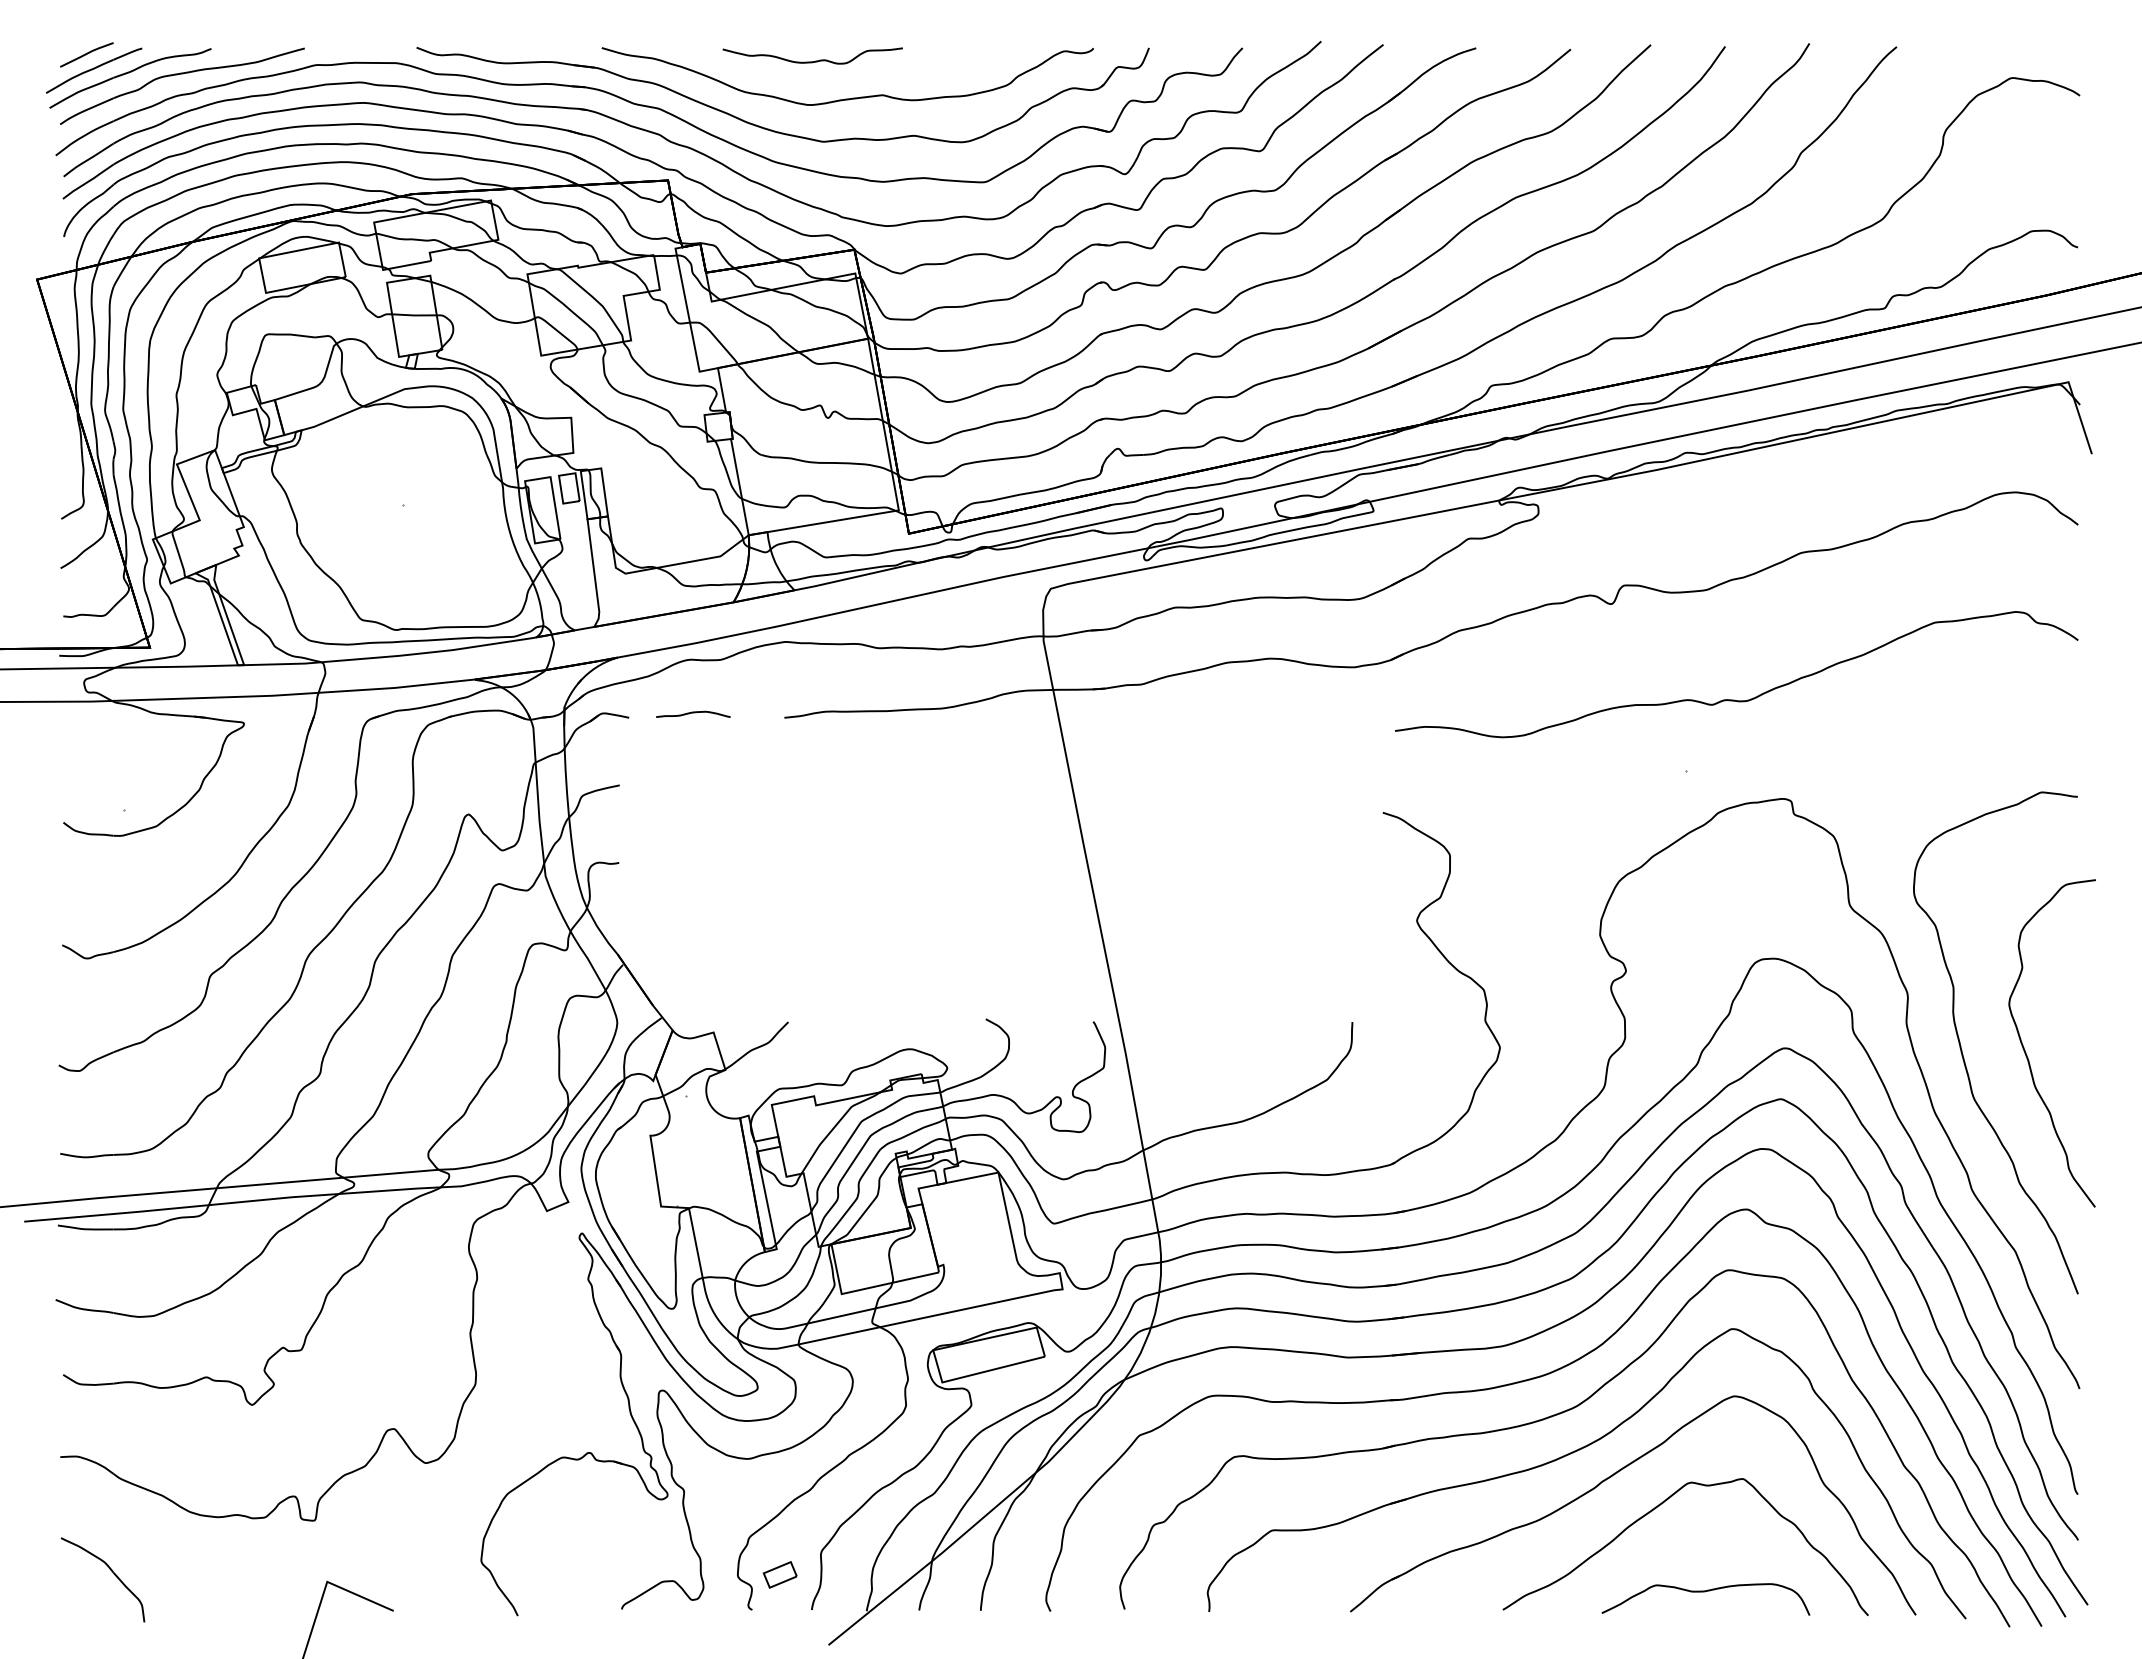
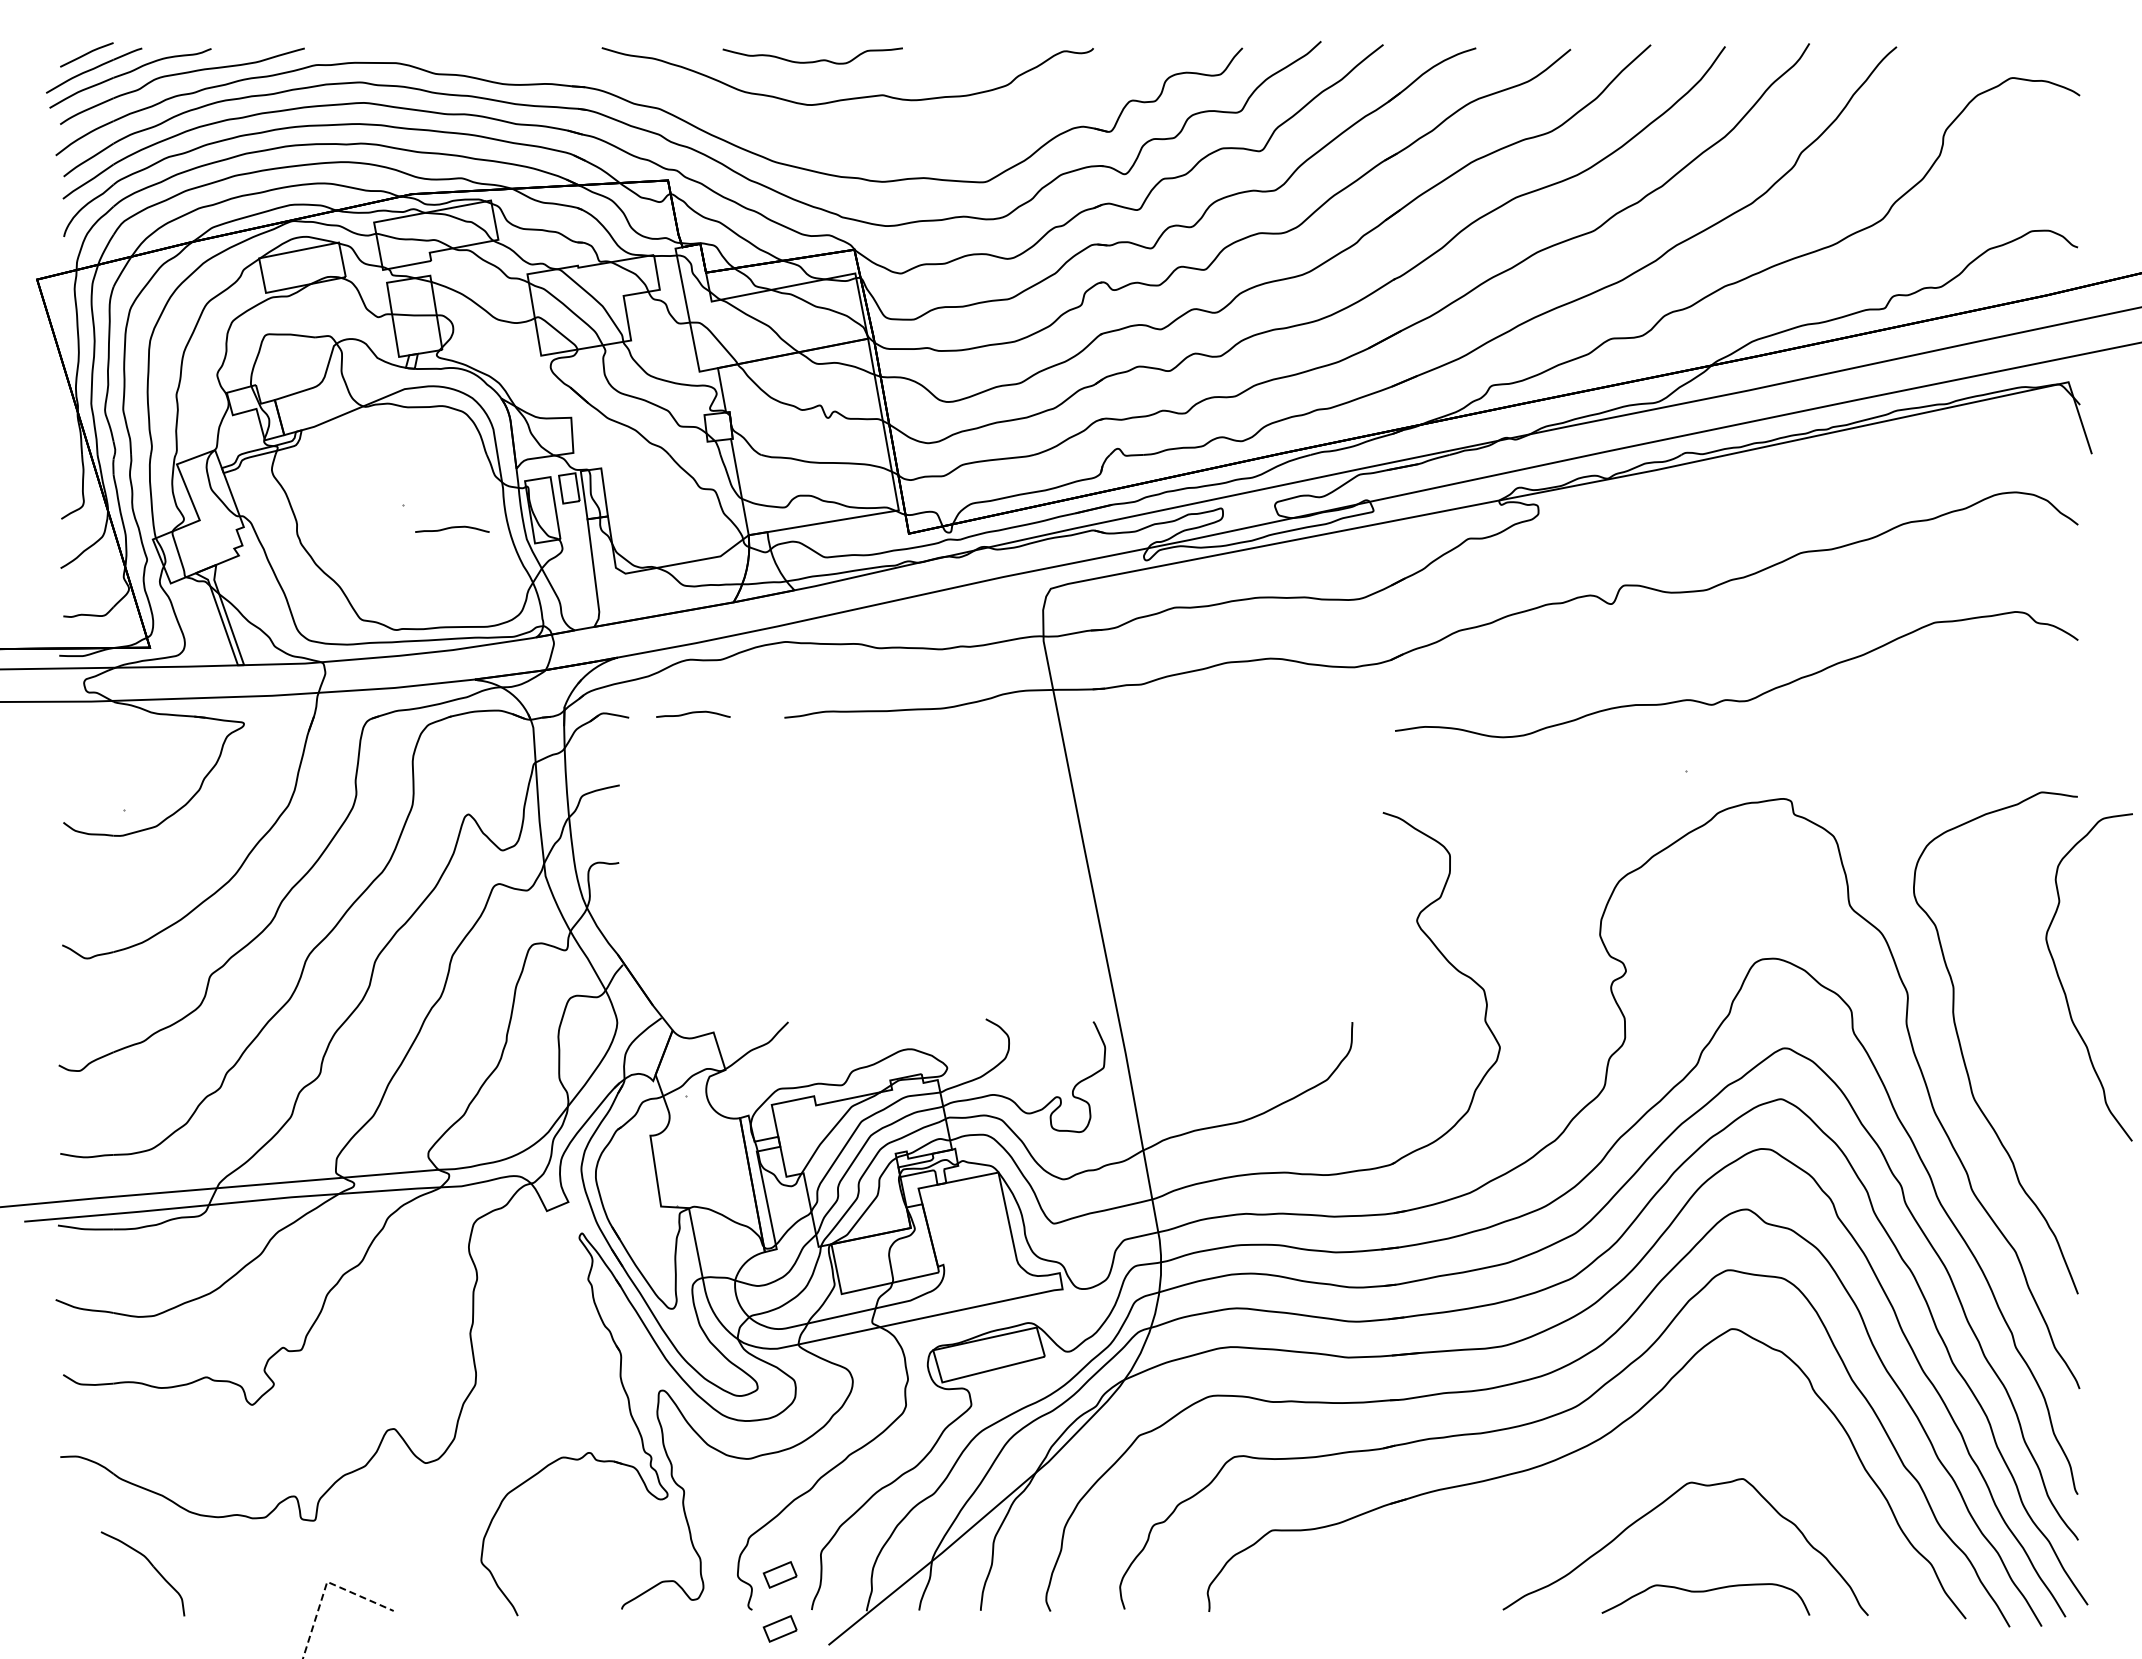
part at (775, 130): present -> none
curve at (452, 528): none -> present
curve at (2026, 1052) position: (2026, 1052) -> (2063, 986)
part at (1614, 1475): present -> none
part at (110, 1570) position: (110, 1570) -> (150, 1564)
line at (326, 1584): solid -> dashed
part at (779, 1628): none -> present
